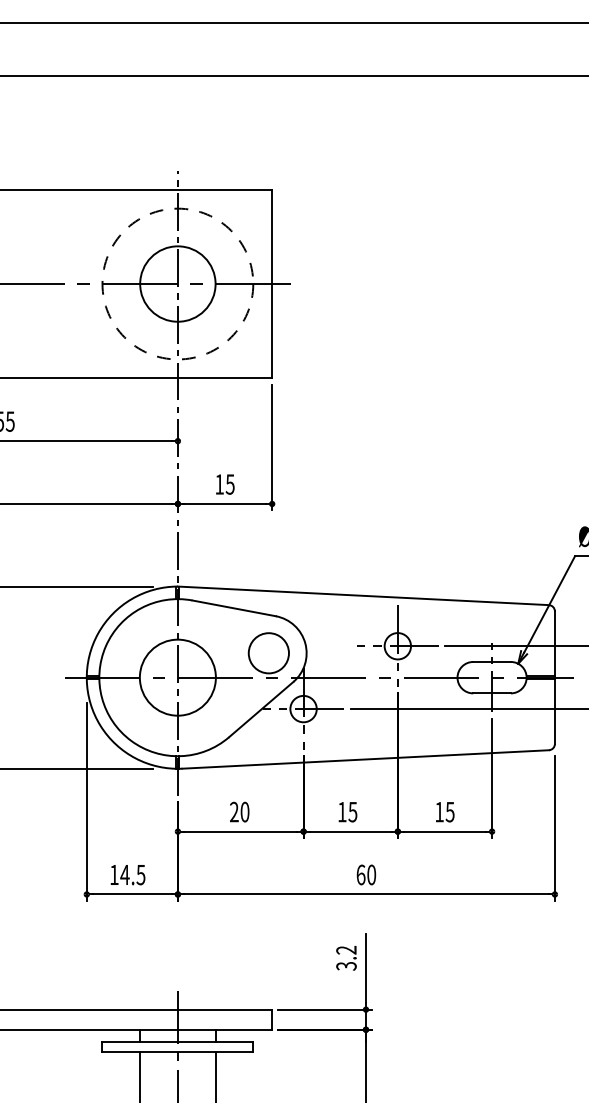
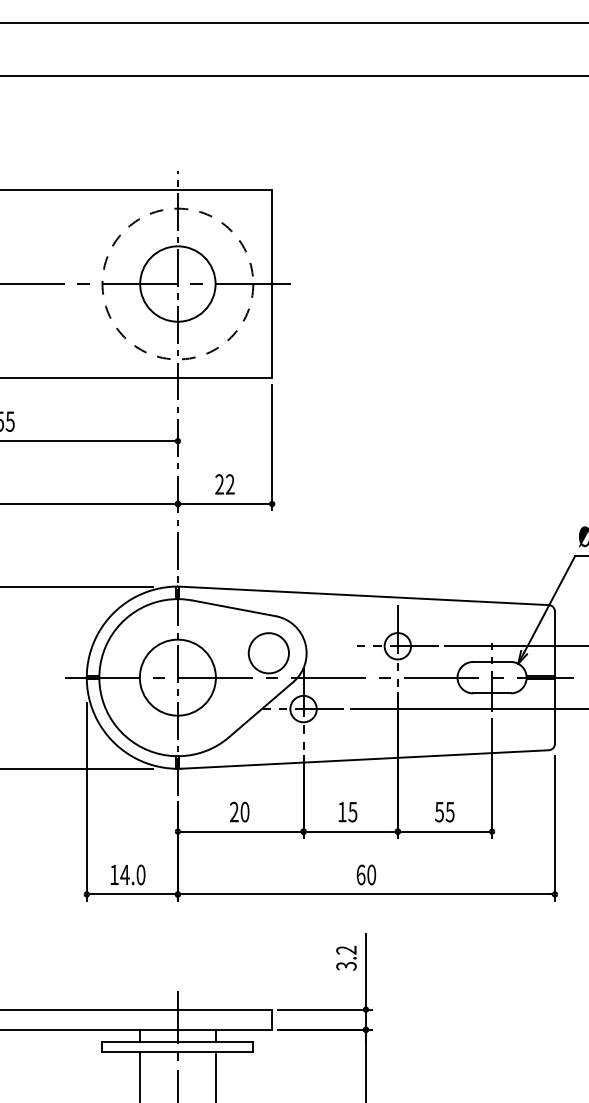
text at (224, 484): 15 -> 22
text at (439, 812): 15 -> 55
text at (140, 874): 14.5 -> 14.0
